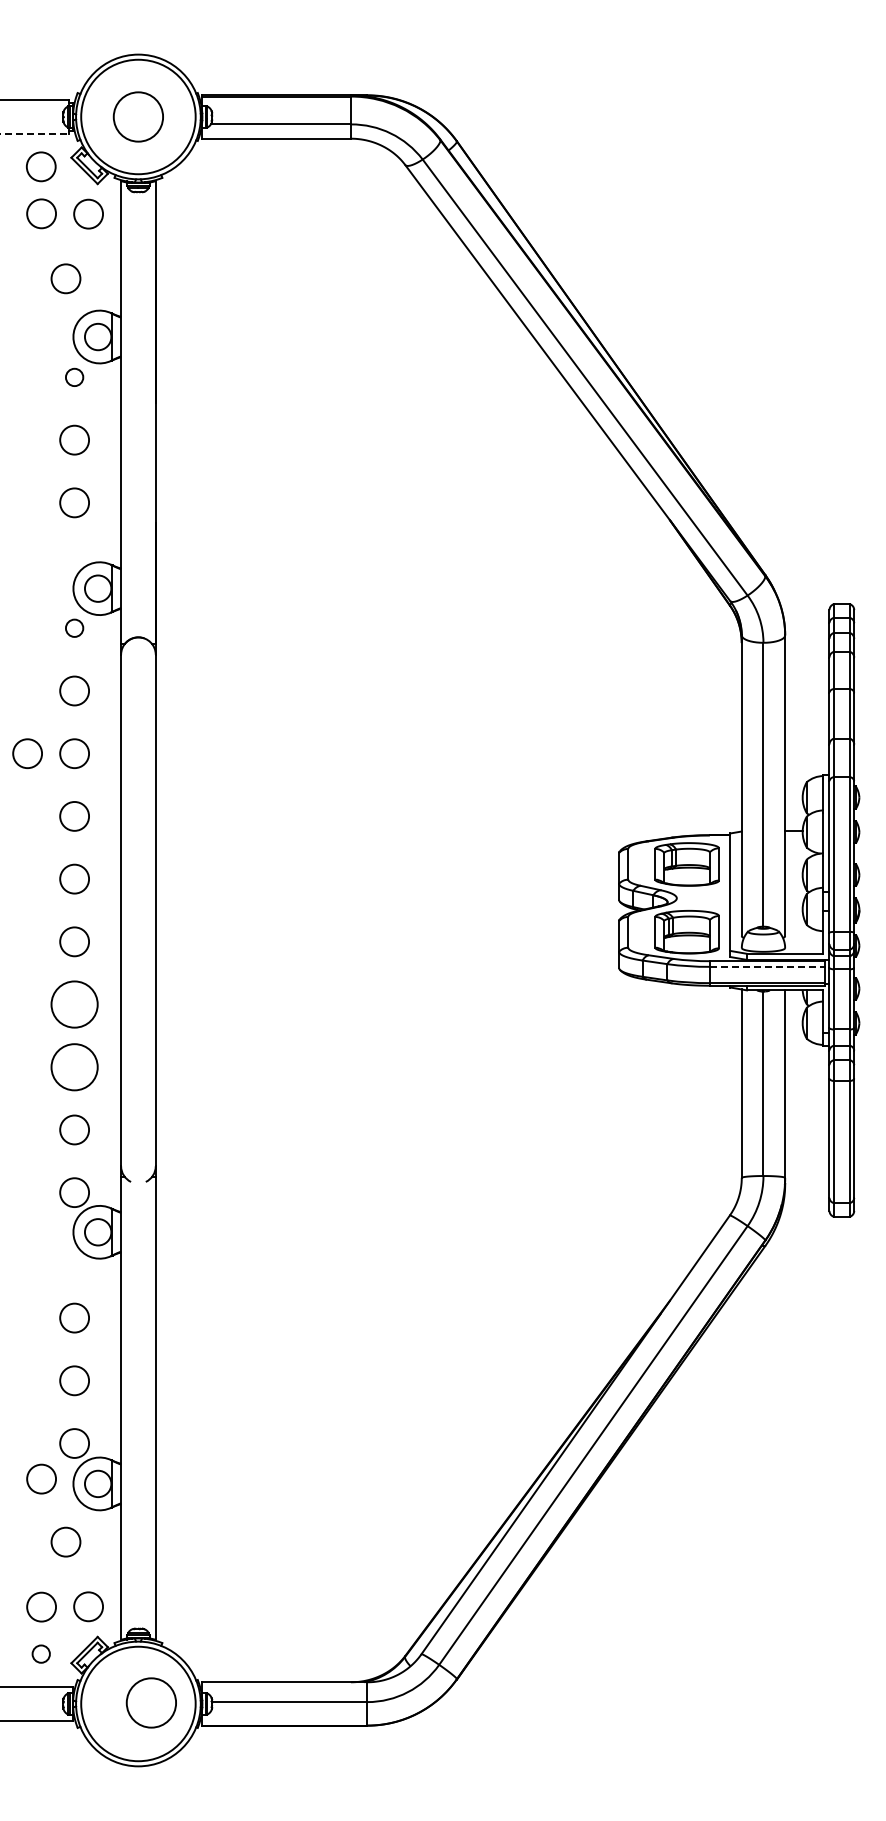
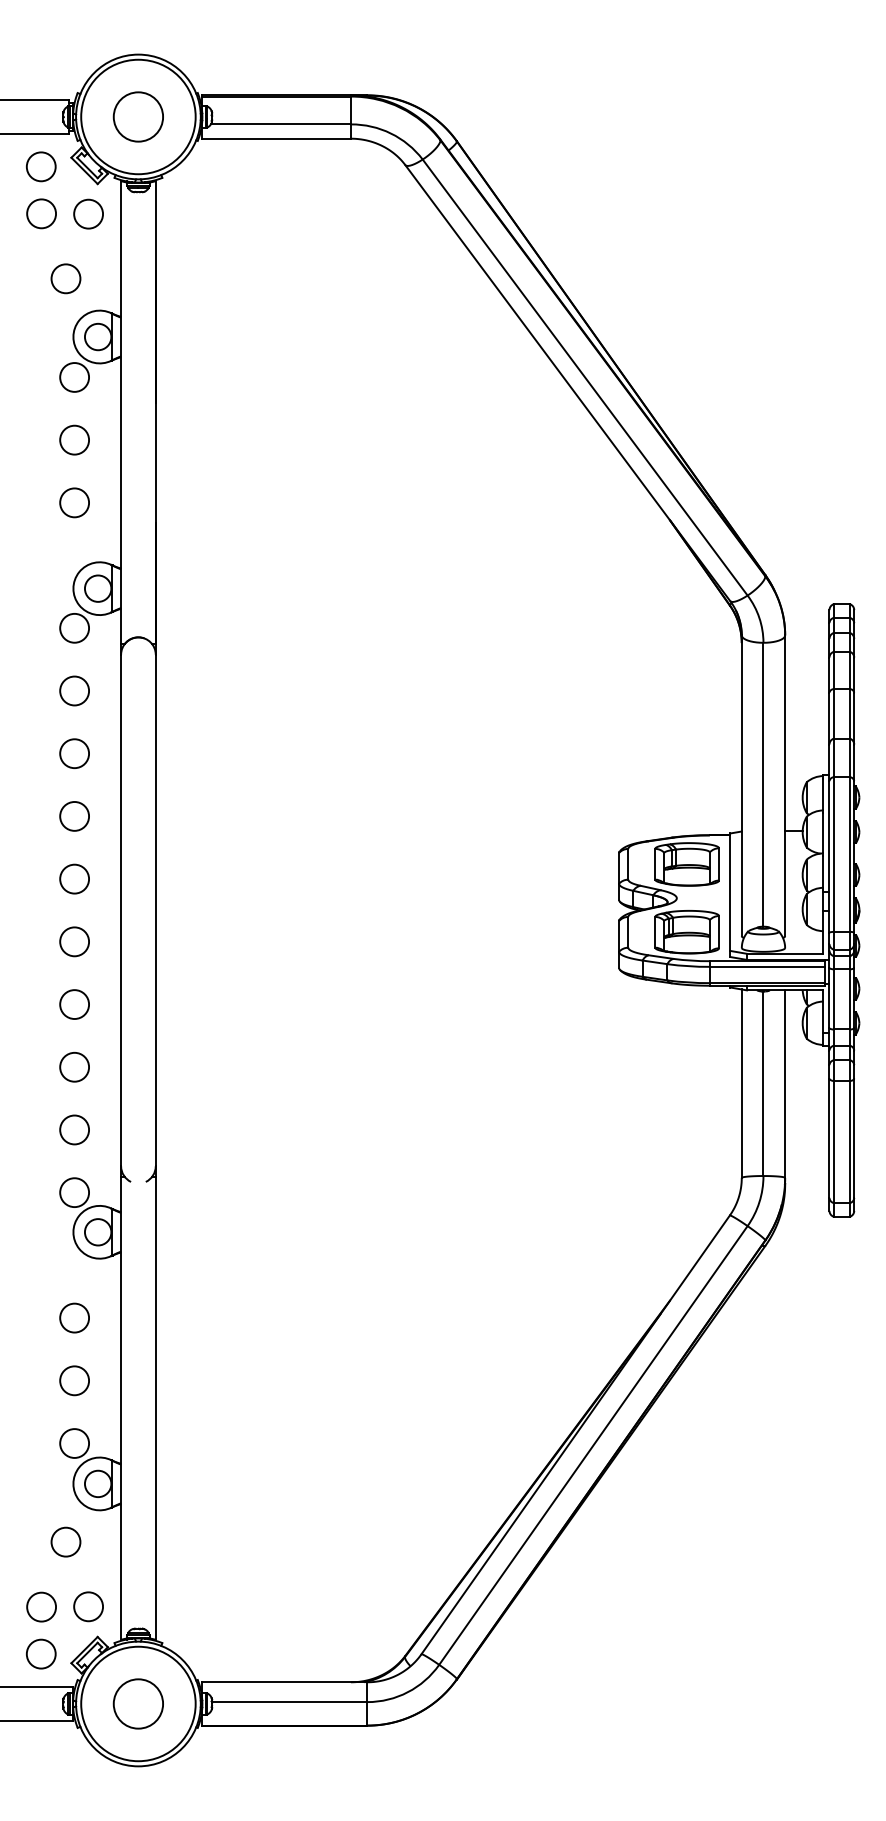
line at (35, 134): dashed -> solid
circle at (74, 377) diameter: 17 px -> 29 px
circle at (74, 627) diameter: 17 px -> 29 px
circle at (27, 753): present -> none
line at (767, 966): dashed -> solid
circle at (74, 1004) diameter: 46 px -> 29 px
circle at (74, 1067) diameter: 46 px -> 29 px
circle at (41, 1478): present -> none
circle at (40, 1653) diameter: 17 px -> 29 px
circle at (150, 1702) position: (150, 1702) -> (137, 1703)
